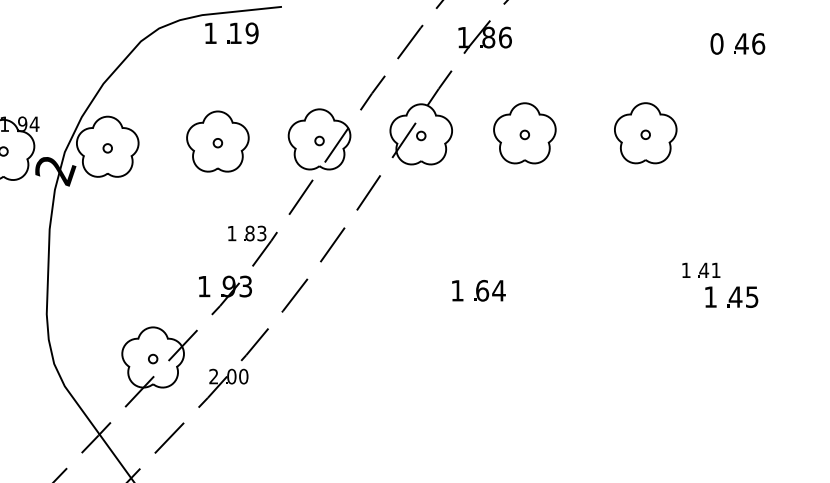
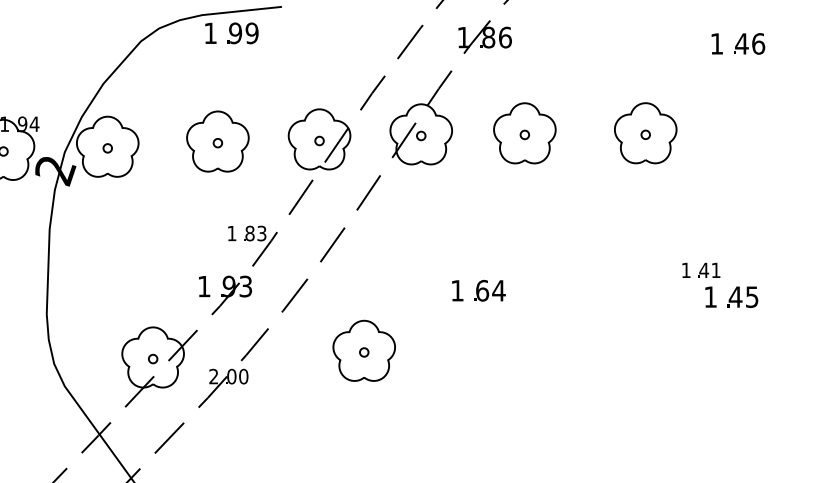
text at (235, 33): 19 -> 99
text at (716, 43): 0 -> 1
part at (363, 350): none -> present
